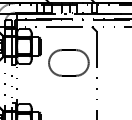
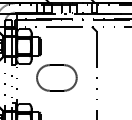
part at (68, 62) position: (68, 62) -> (56, 77)
